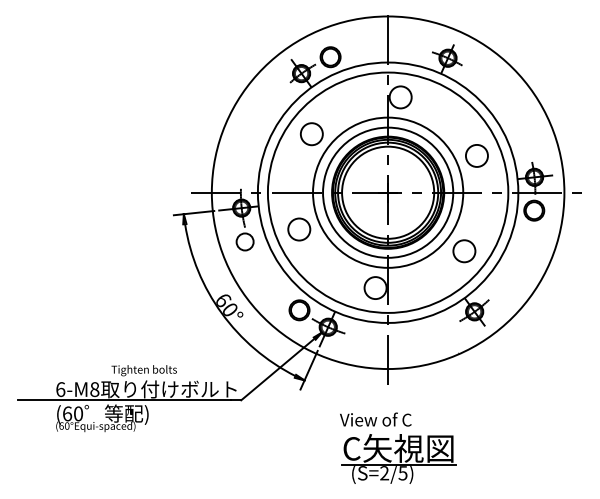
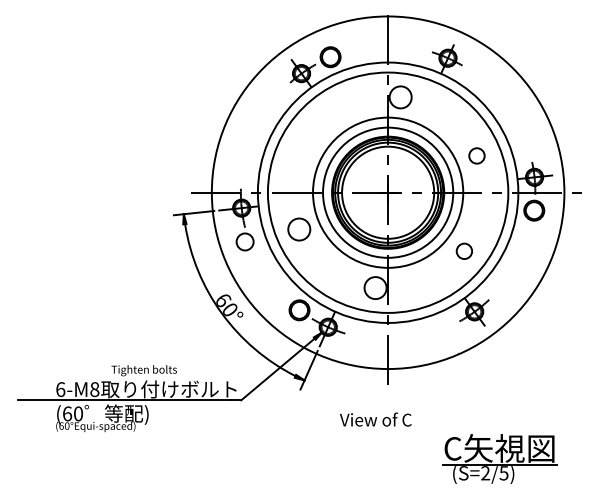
circle at (311, 134): present -> none
circle at (476, 155) size: 24x24 px -> 18x18 px
circle at (464, 251) size: 25x25 px -> 18x18 px
part at (398, 458) position: (398, 458) -> (499, 458)
